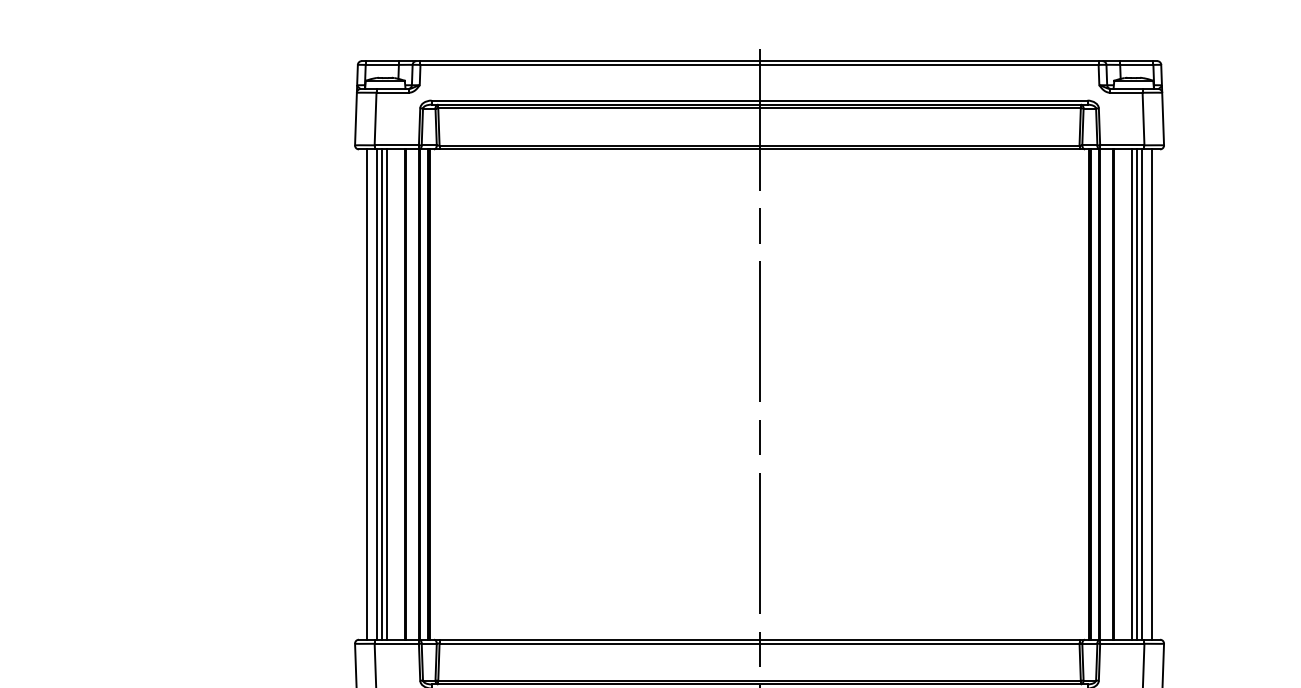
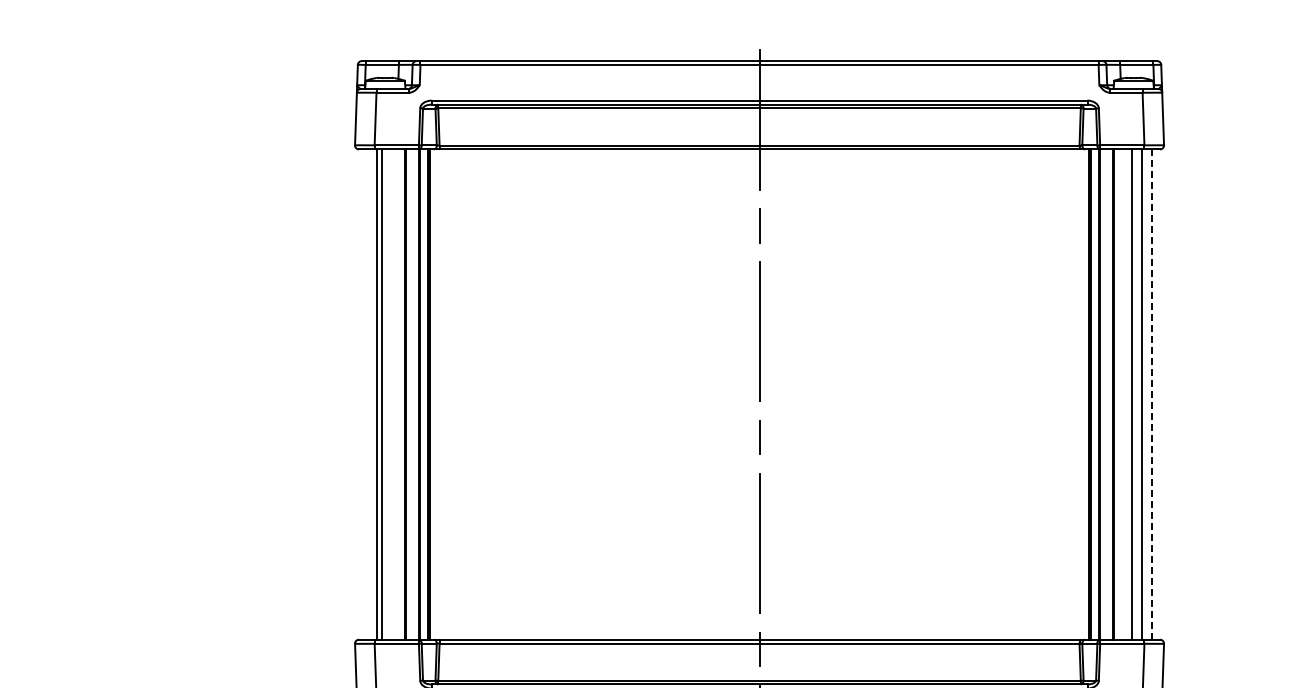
line at (367, 394): present -> none
line at (386, 394): present -> none
line at (1137, 394): present -> none
line at (1151, 394): solid -> dashed
